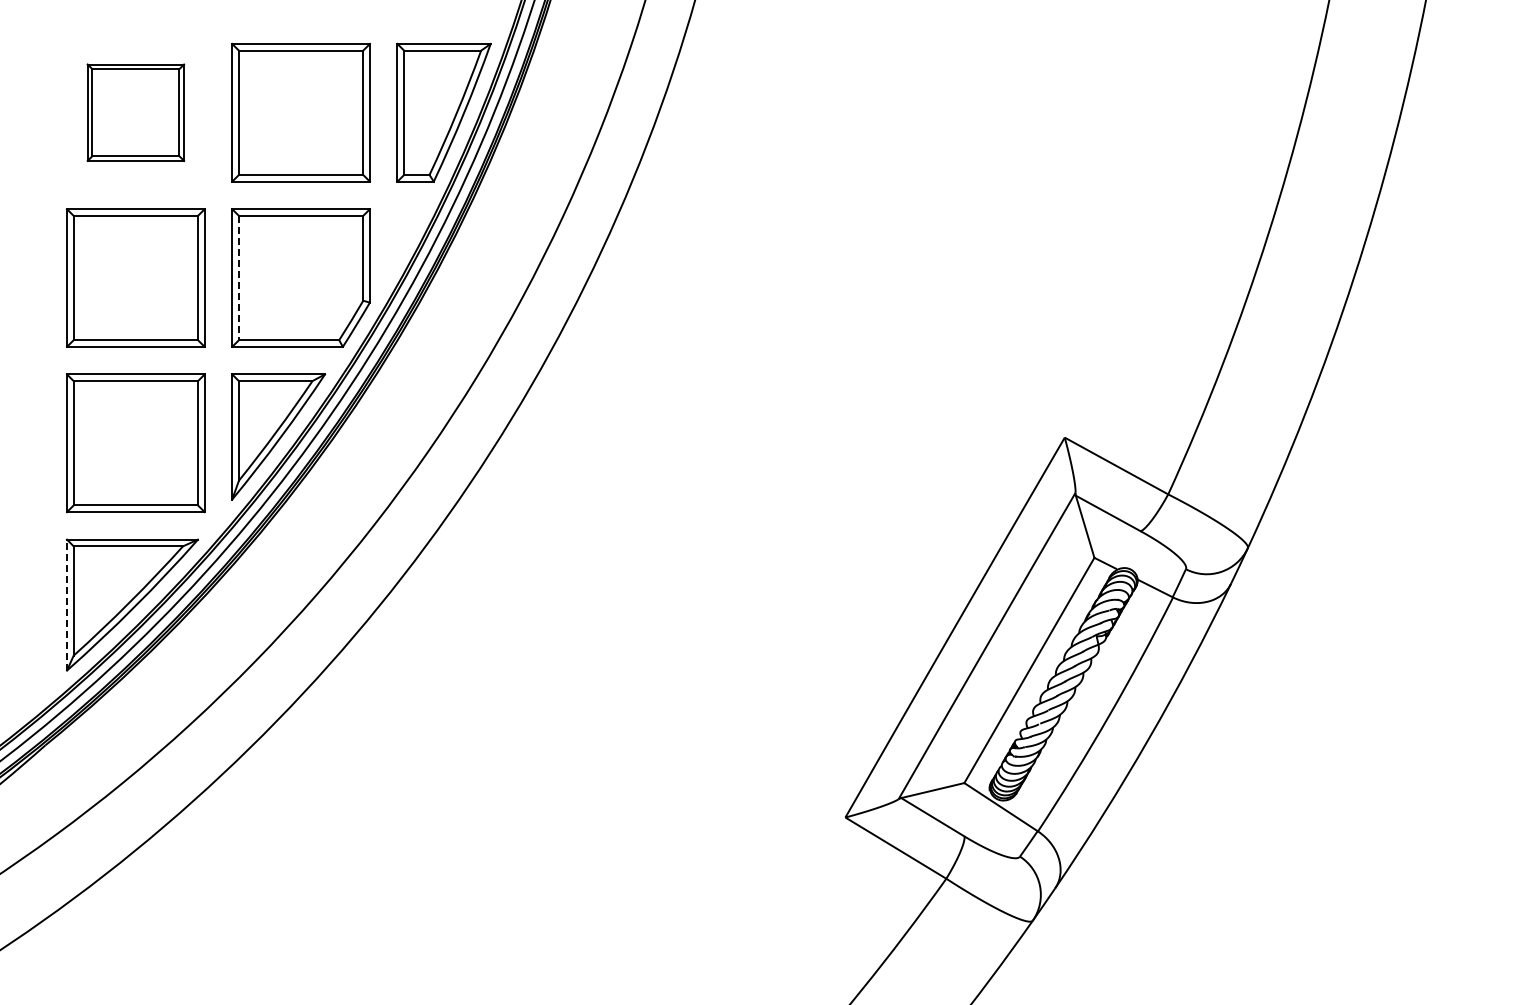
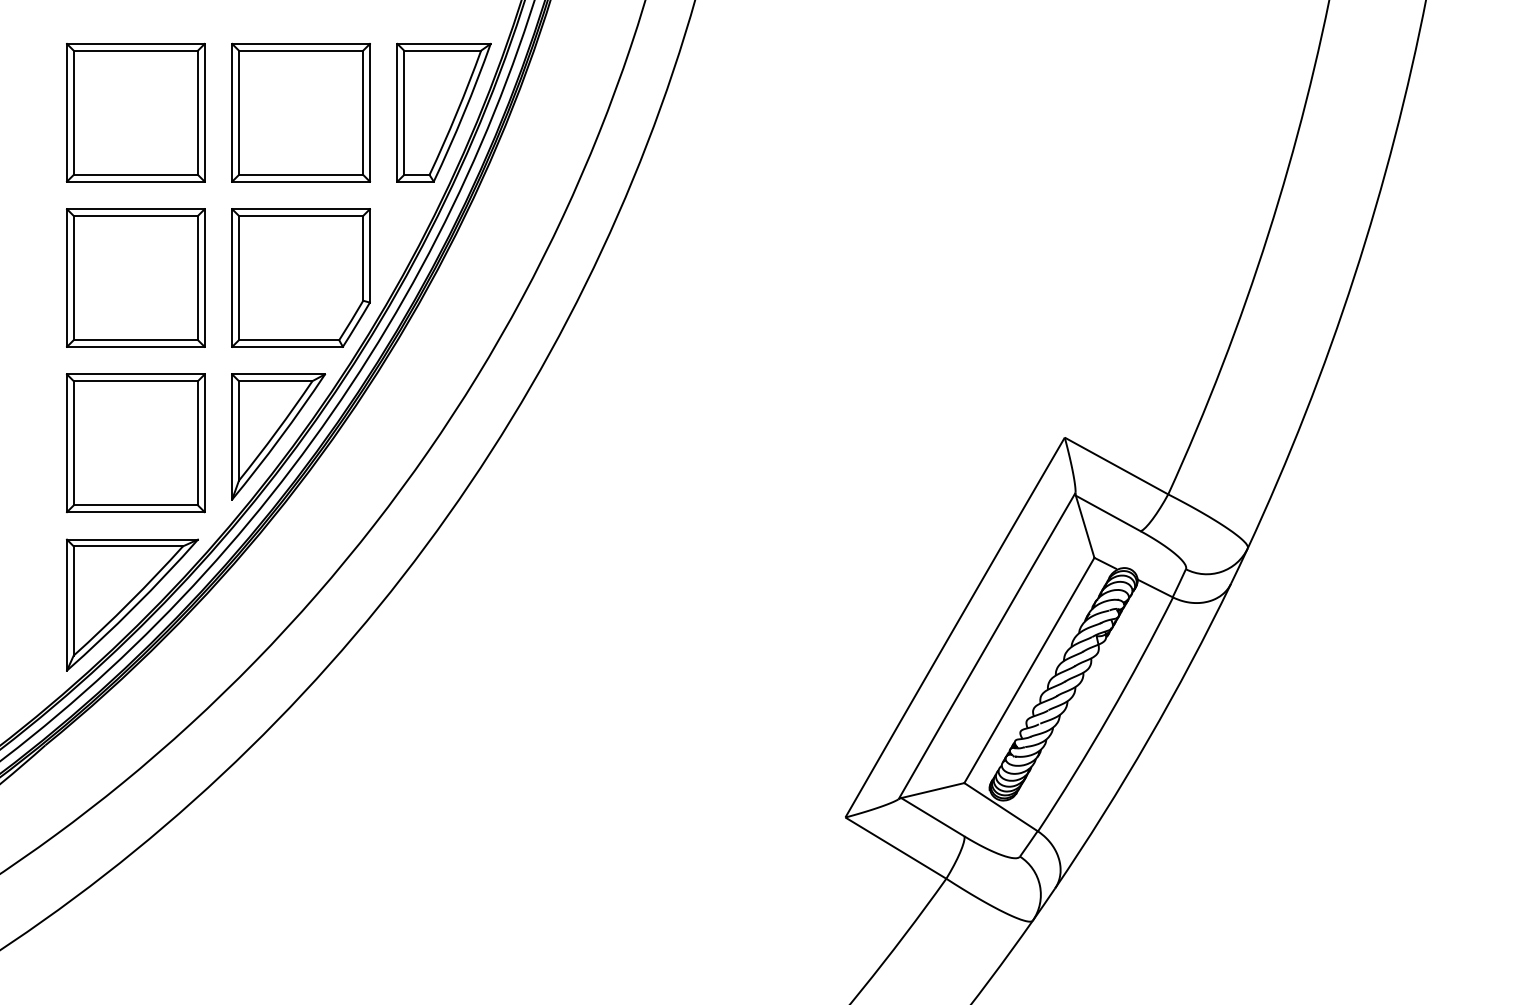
part at (135, 112) size: 100x99 px -> 140x141 px
line at (238, 278): dashed -> solid
line at (67, 604): dashed -> solid
